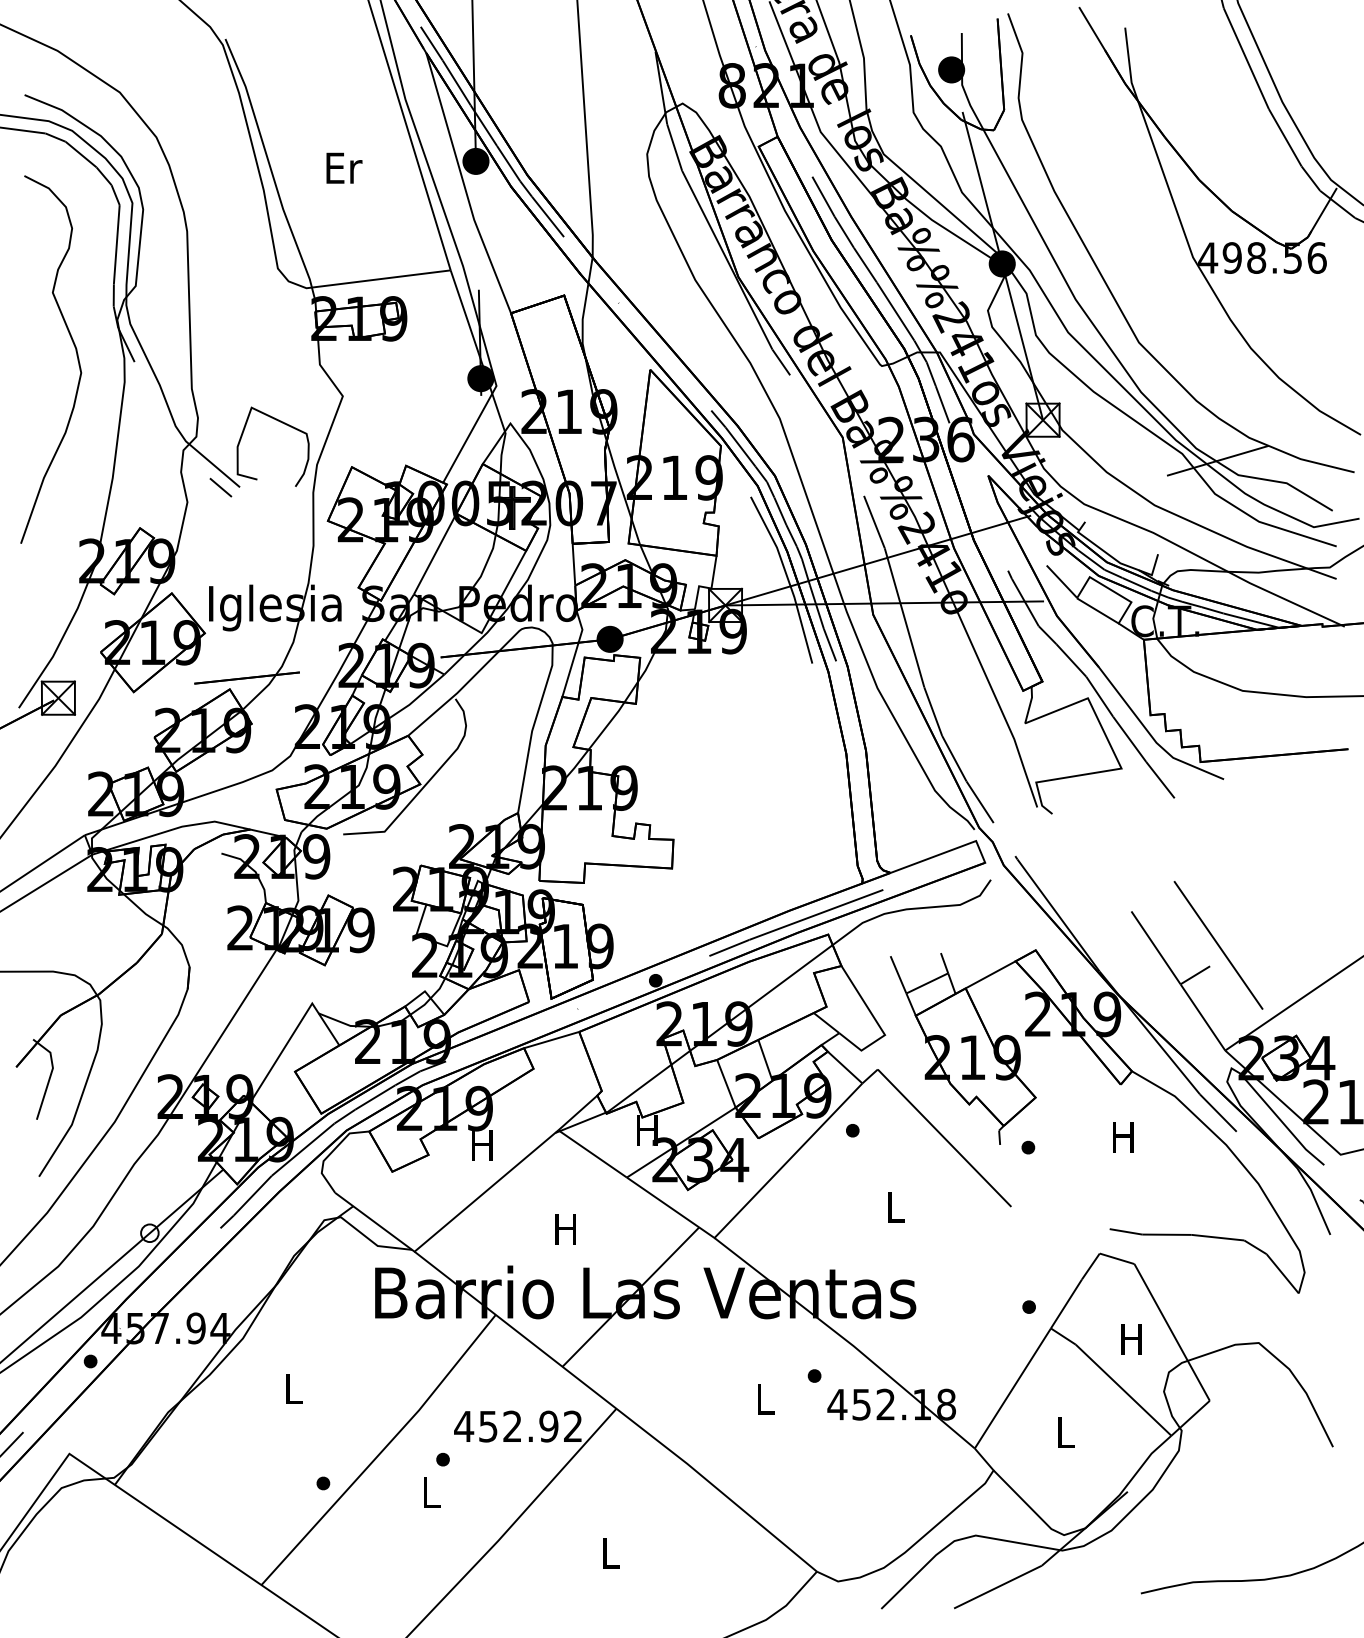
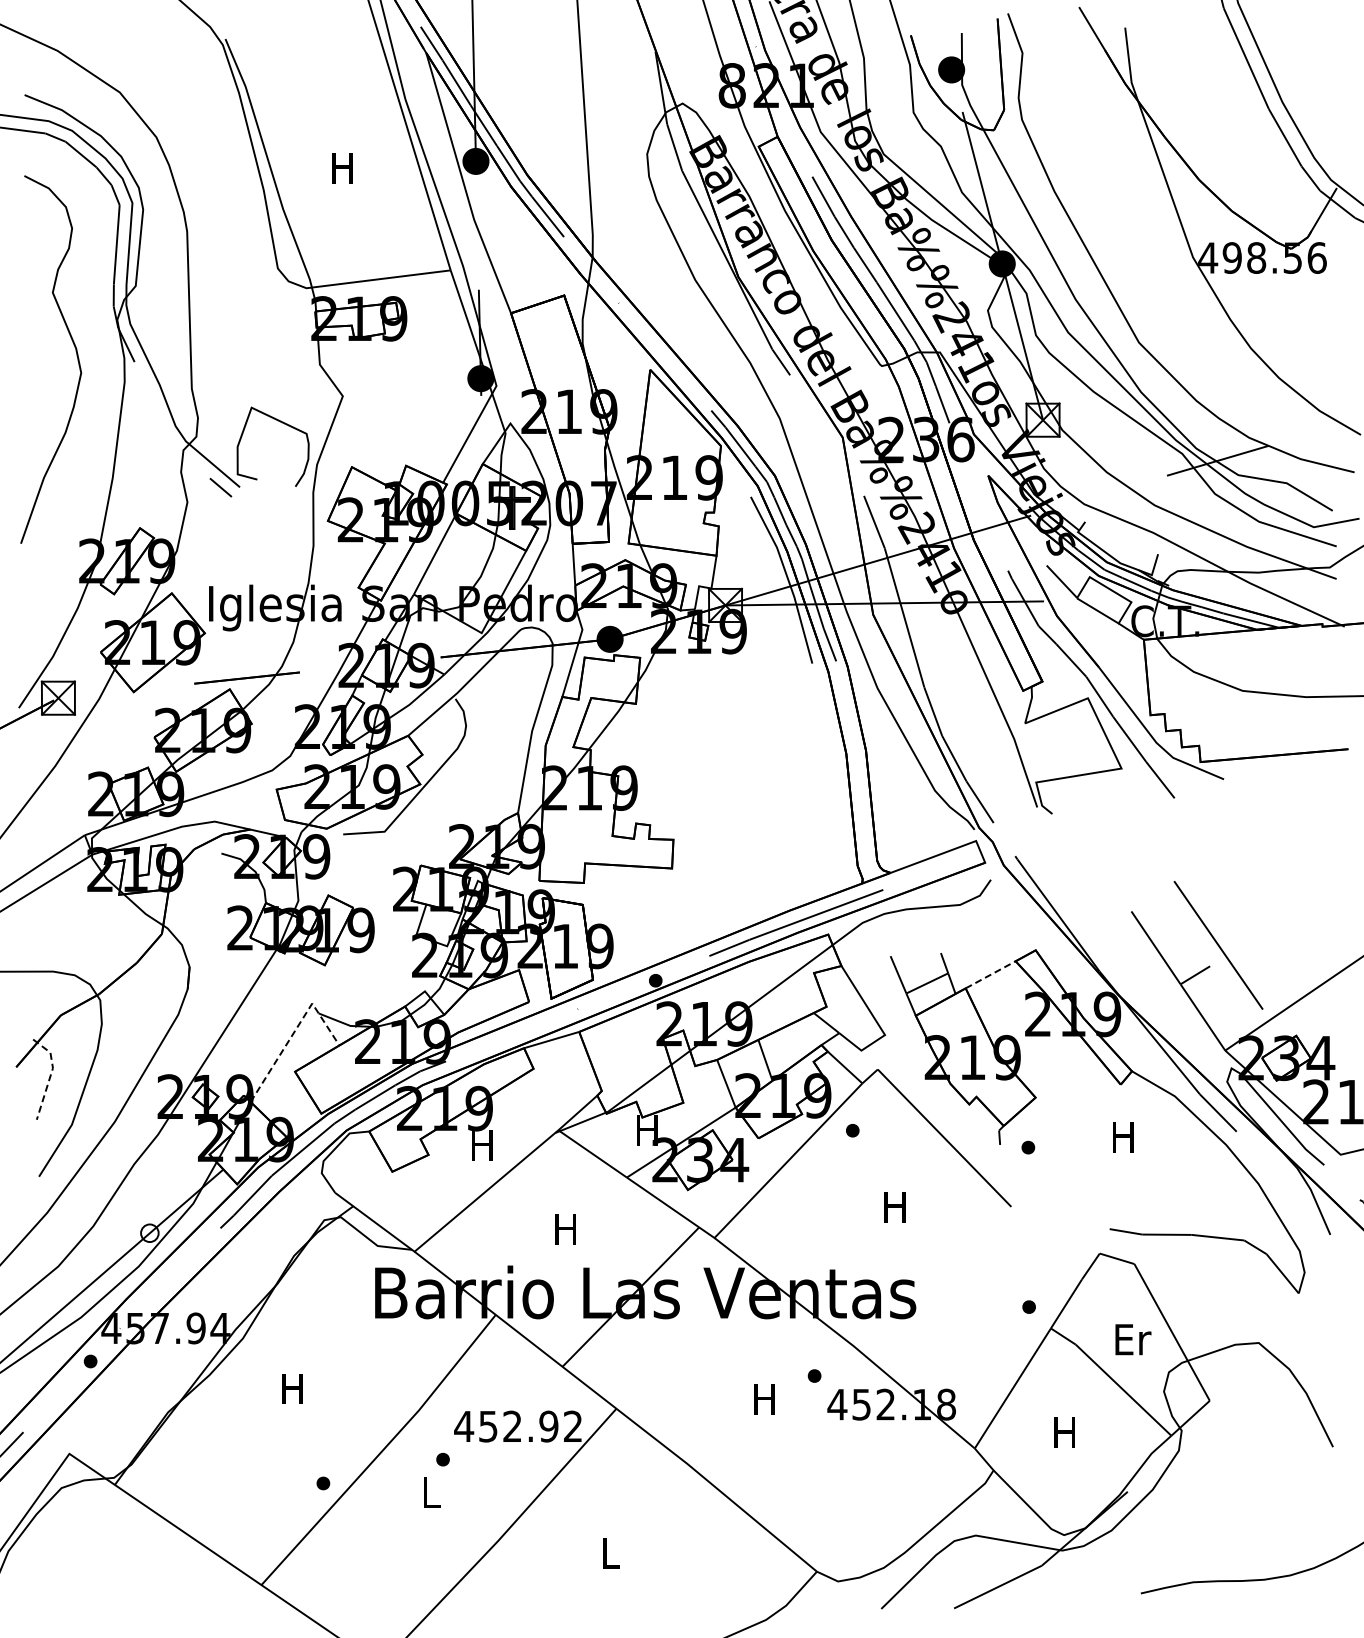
text at (344, 167): Er -> H
line at (991, 974): solid -> dashed
line at (294, 1031): solid -> dashed
line at (50, 1075): solid -> dashed
text at (894, 1207): L -> H
text at (1133, 1339): H -> Er
text at (292, 1388): L -> H
text at (764, 1399): L -> H
text at (1064, 1432): L -> H
